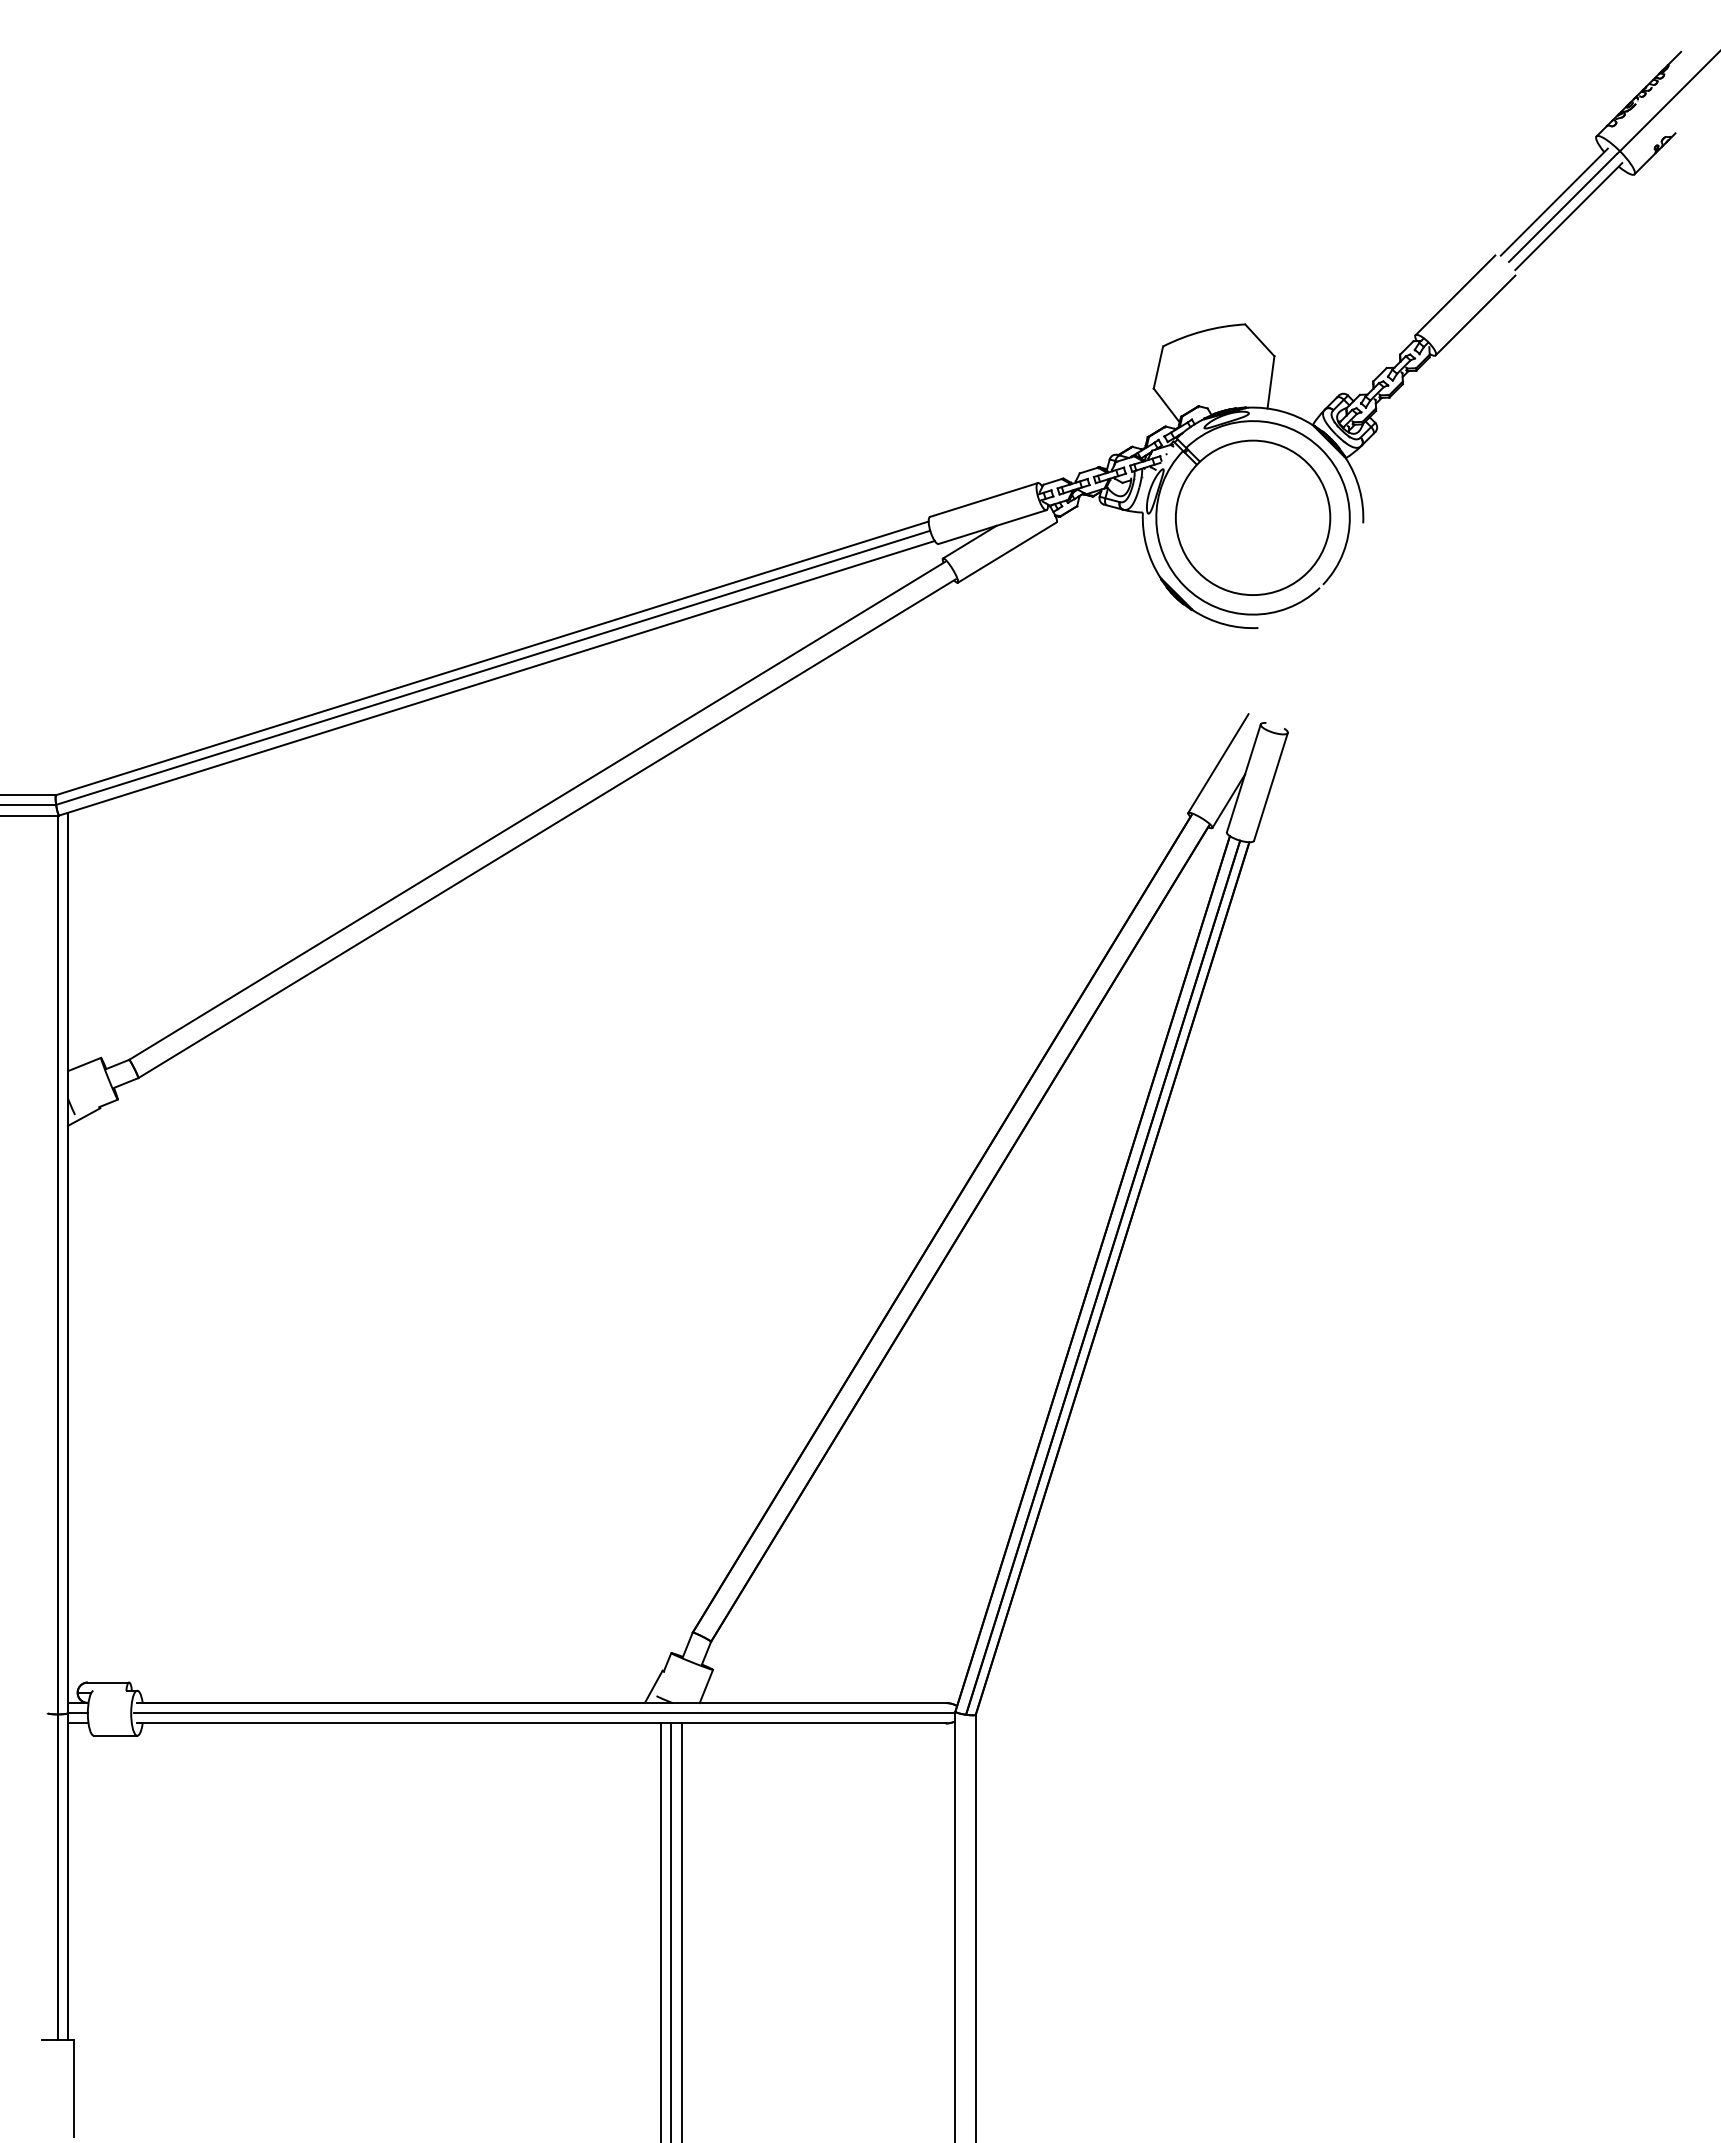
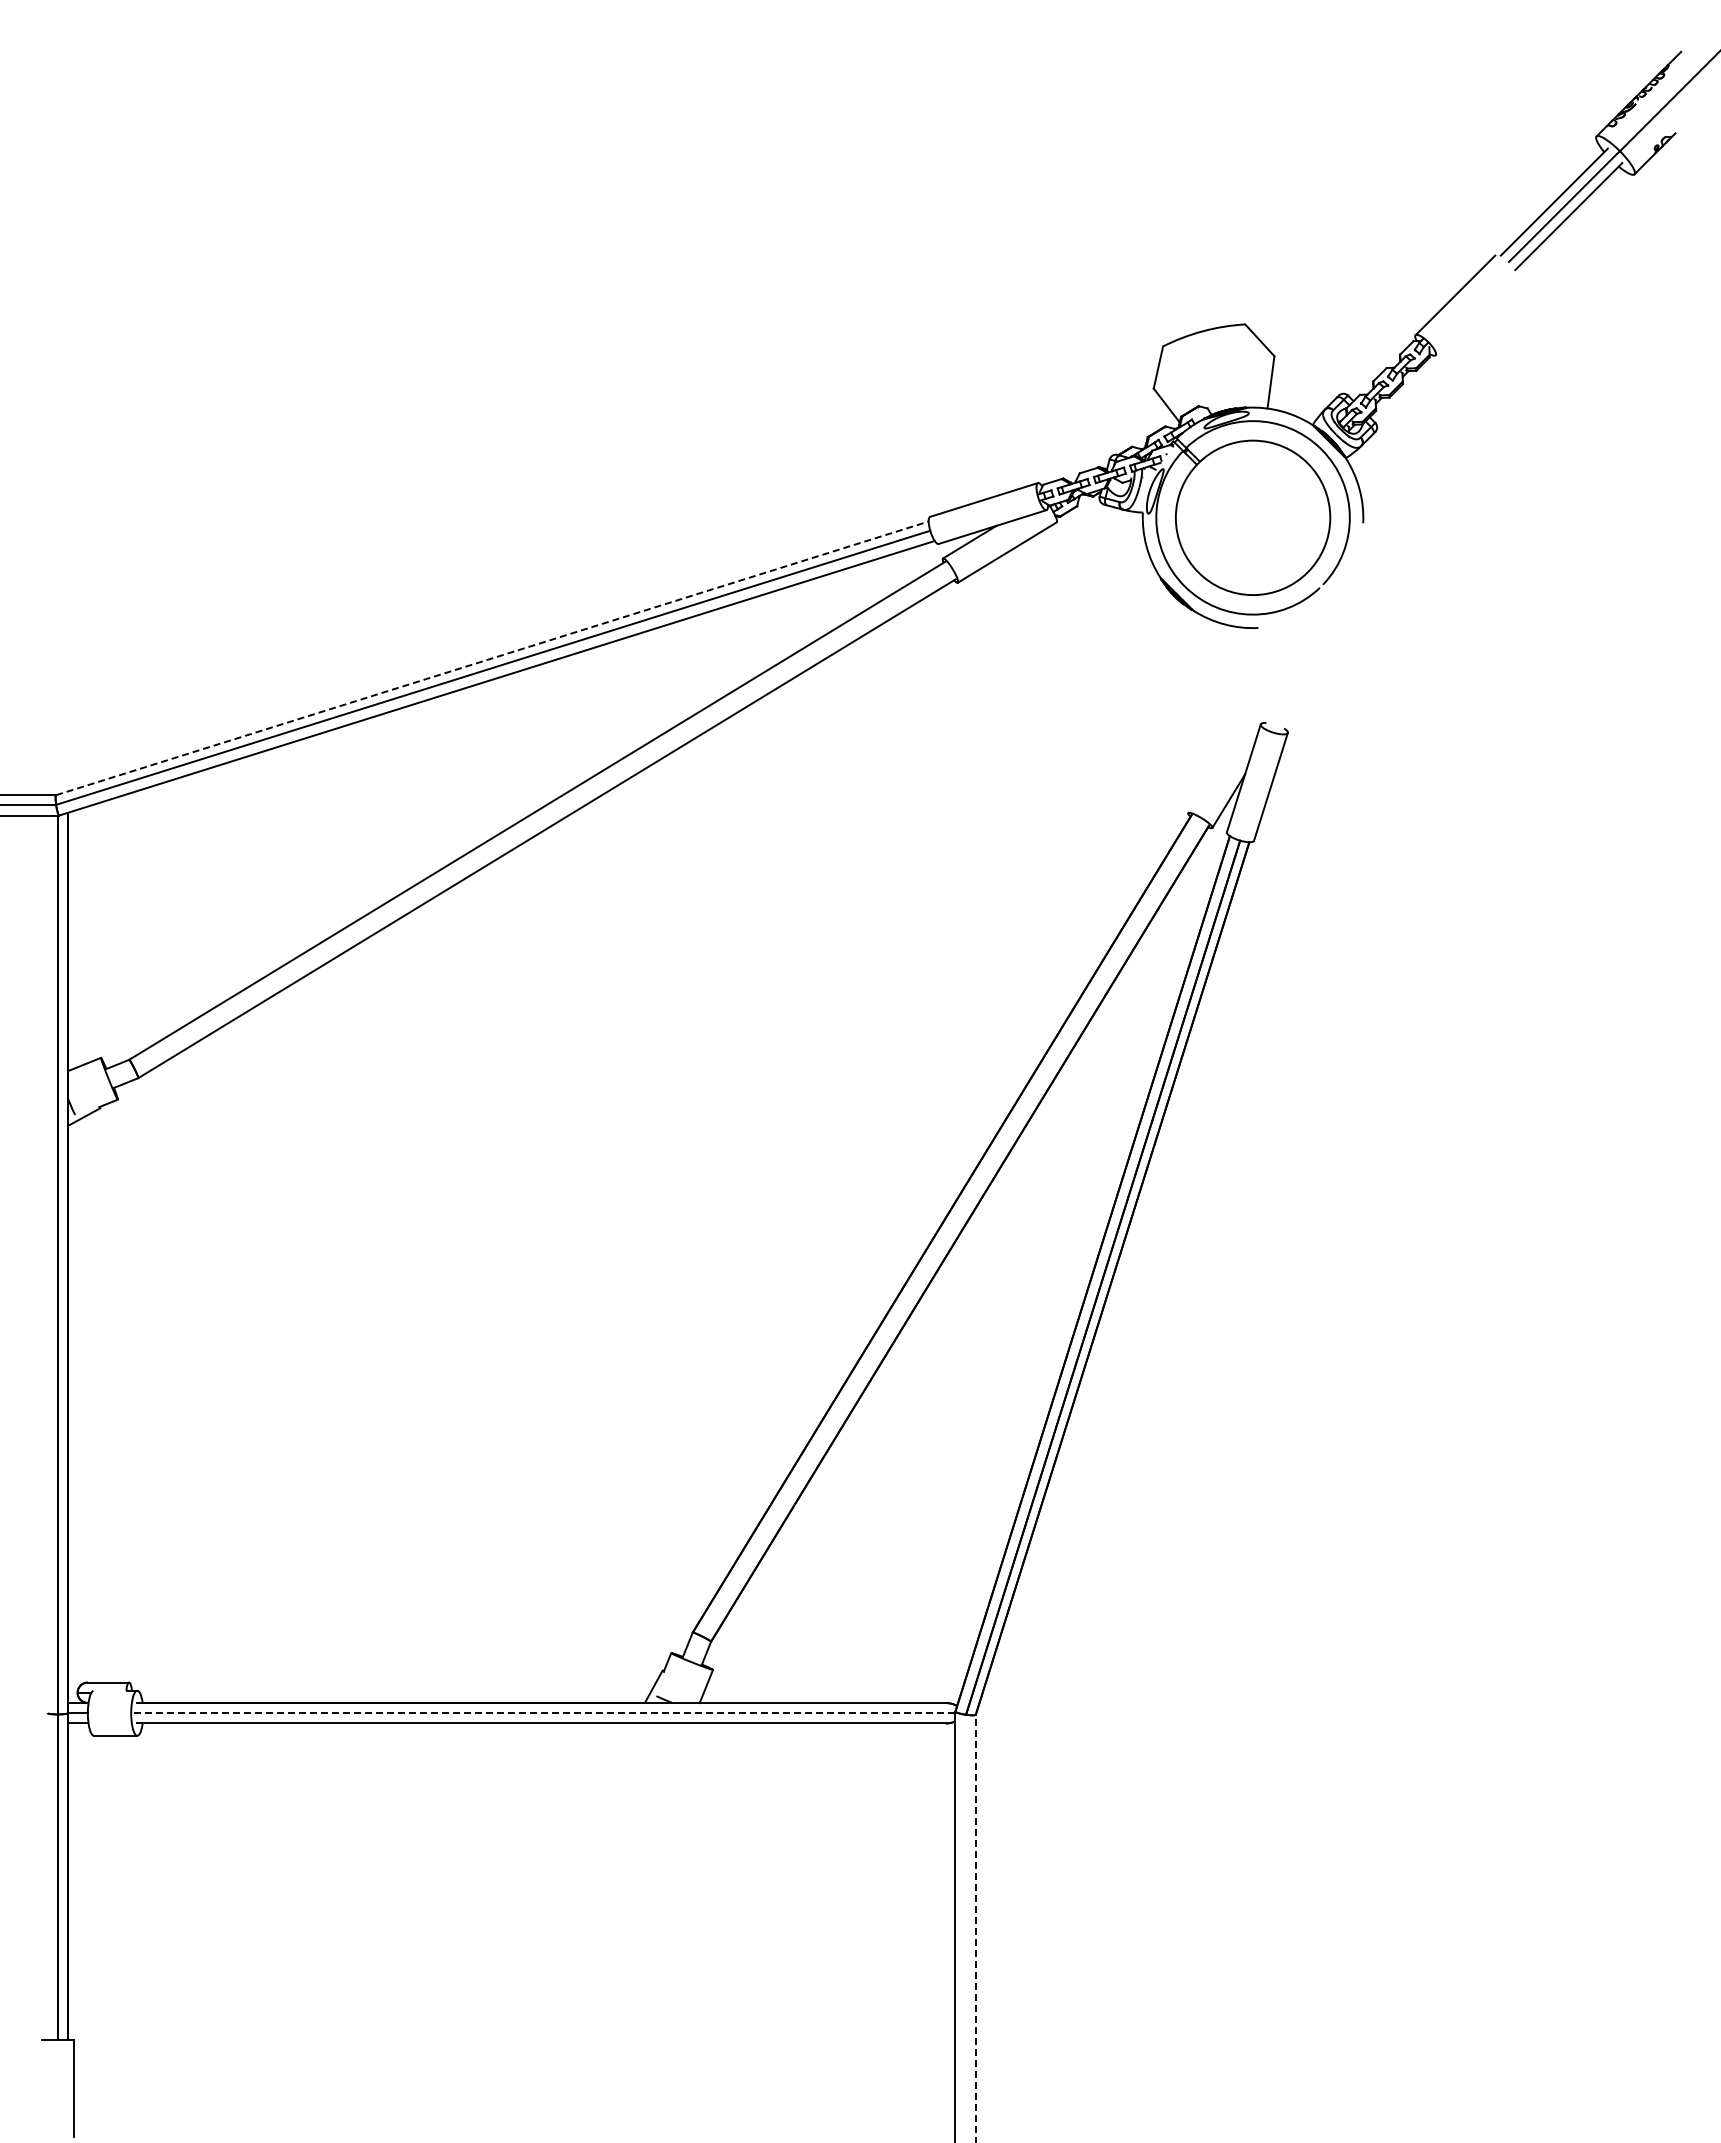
line at (1475, 315): present -> none
line at (492, 658): solid -> dashed
line at (1218, 763): present -> none
line at (544, 1713): solid -> dashed
line at (975, 1928): solid -> dashed
line at (661, 1931): present -> none
line at (671, 1931): present -> none
line at (681, 1931): present -> none
